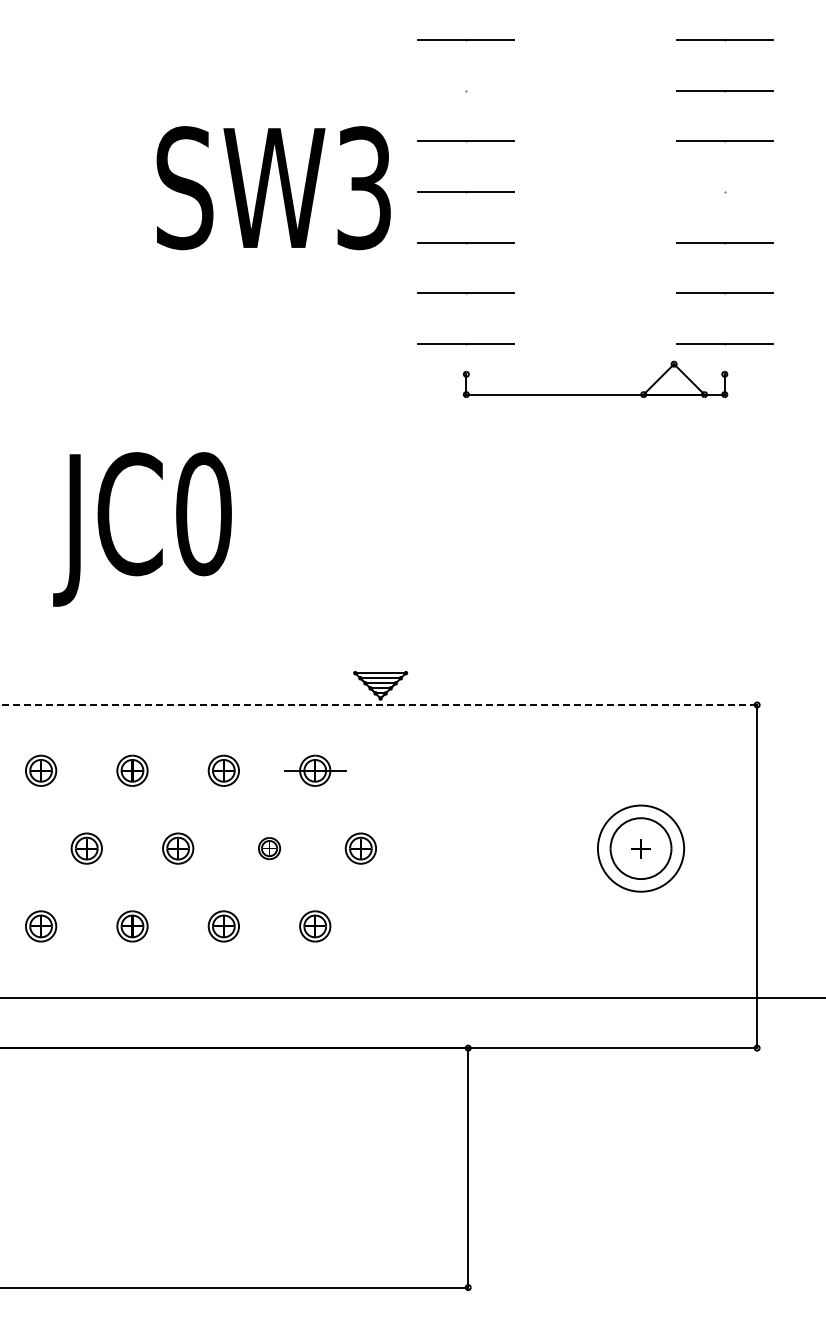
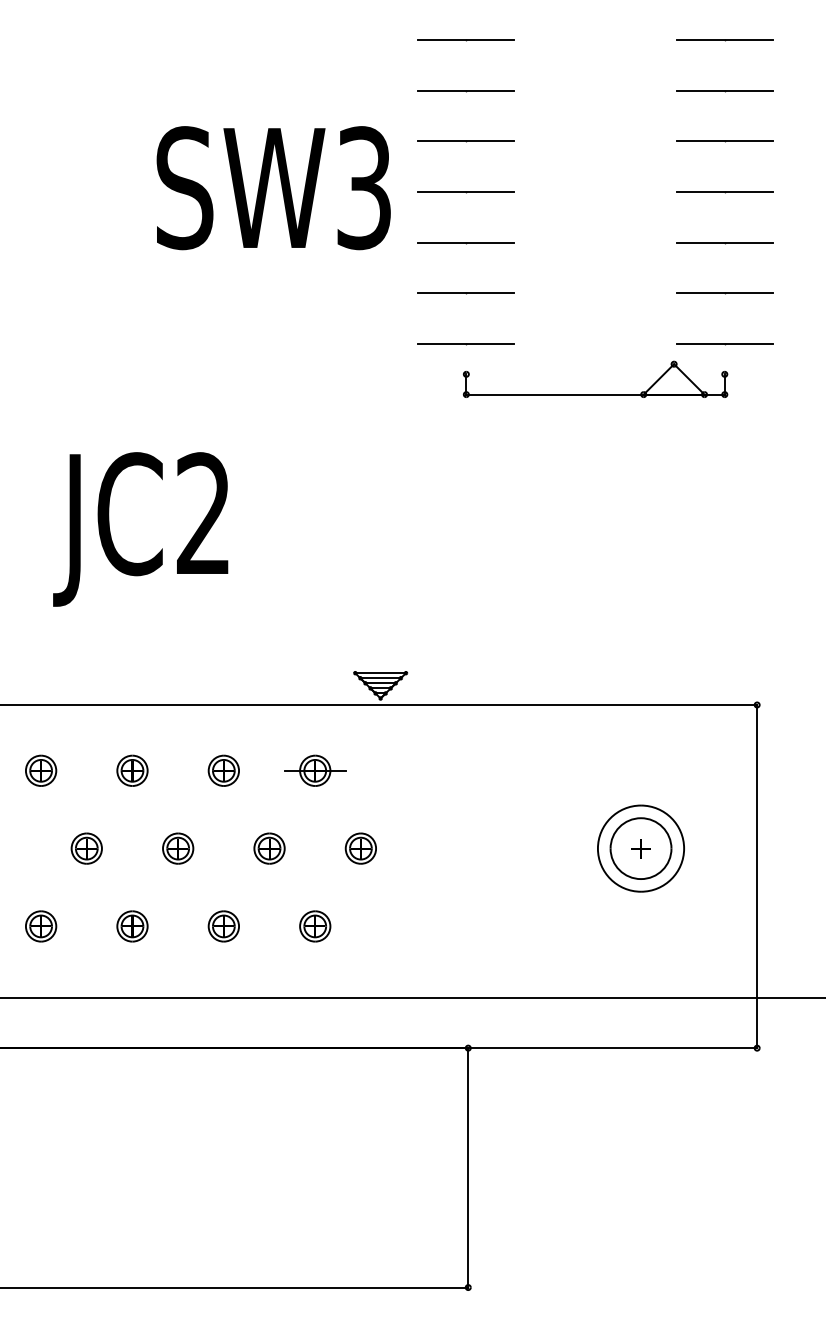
line at (466, 90): none -> present
line at (724, 191): none -> present
text at (203, 514): JC0 -> JC2
line at (378, 705): dashed -> solid
part at (269, 848) size: 23x24 px -> 33x33 px
